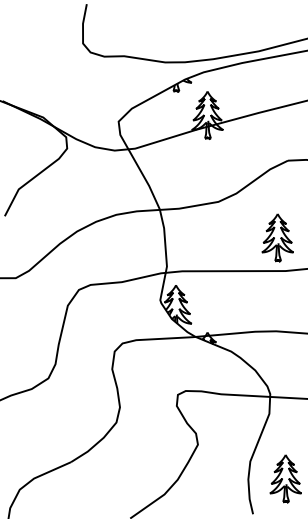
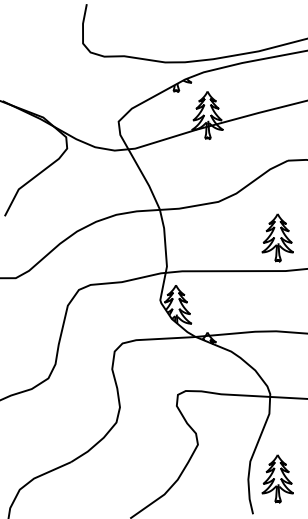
part at (285, 478) position: (285, 478) -> (277, 478)
